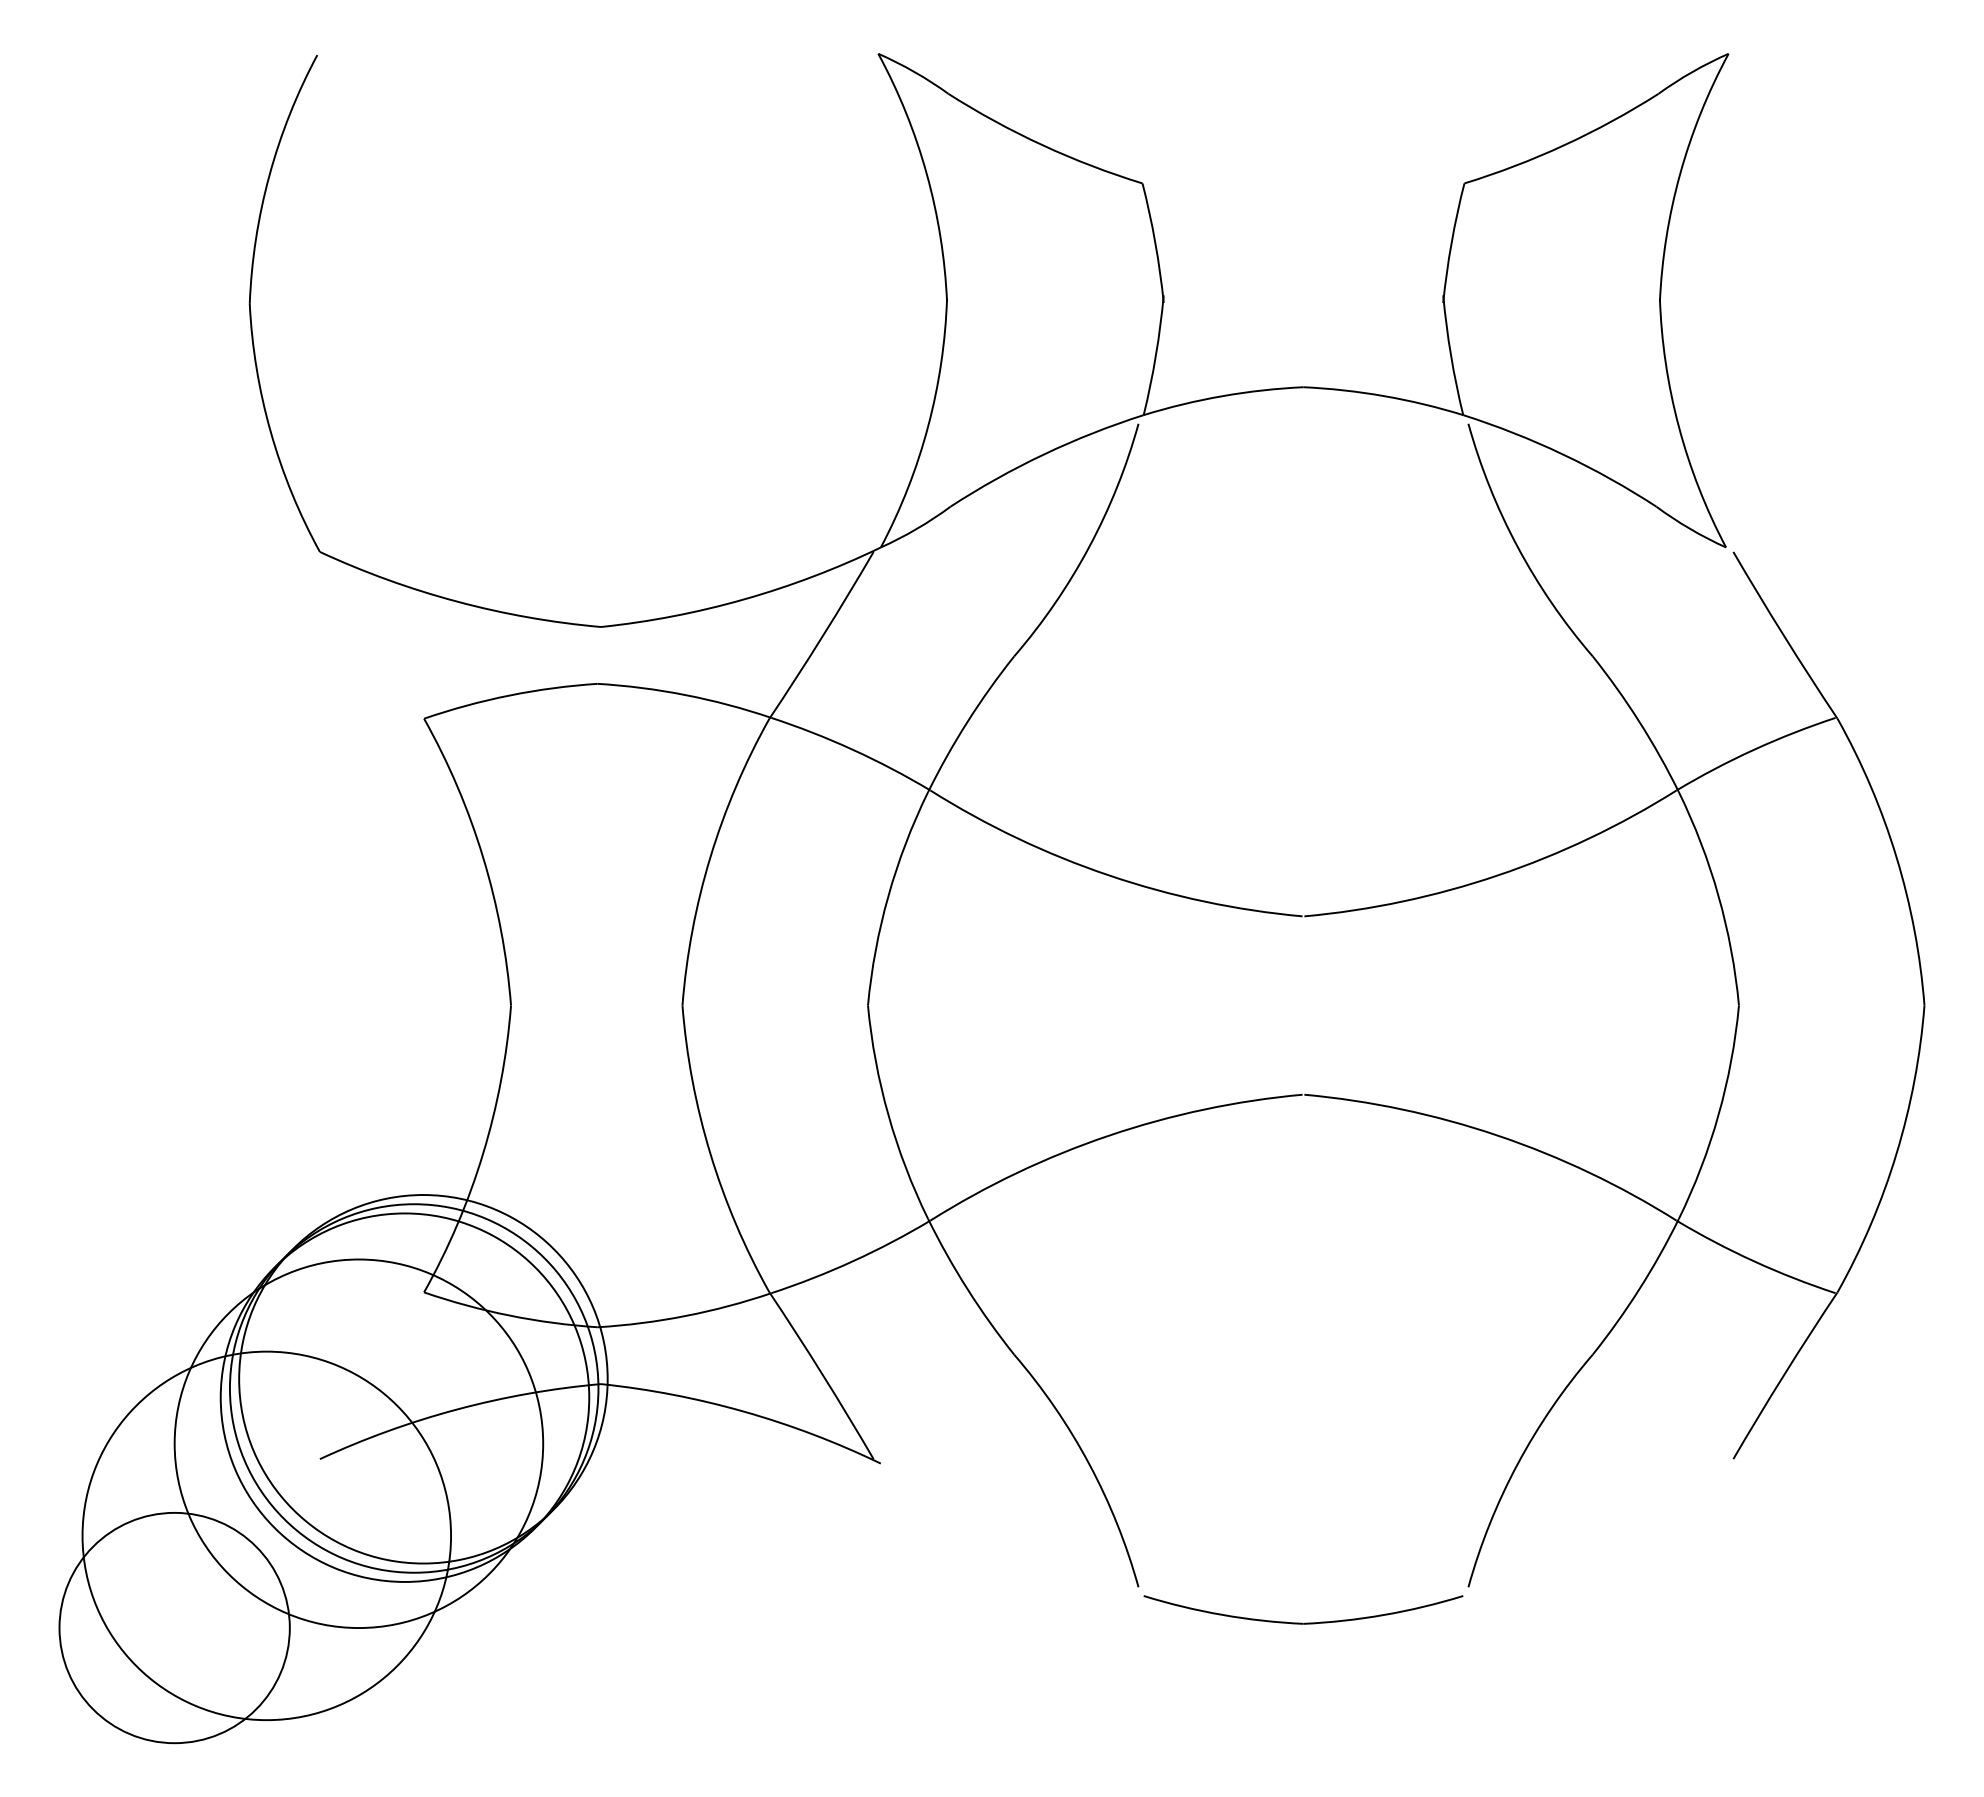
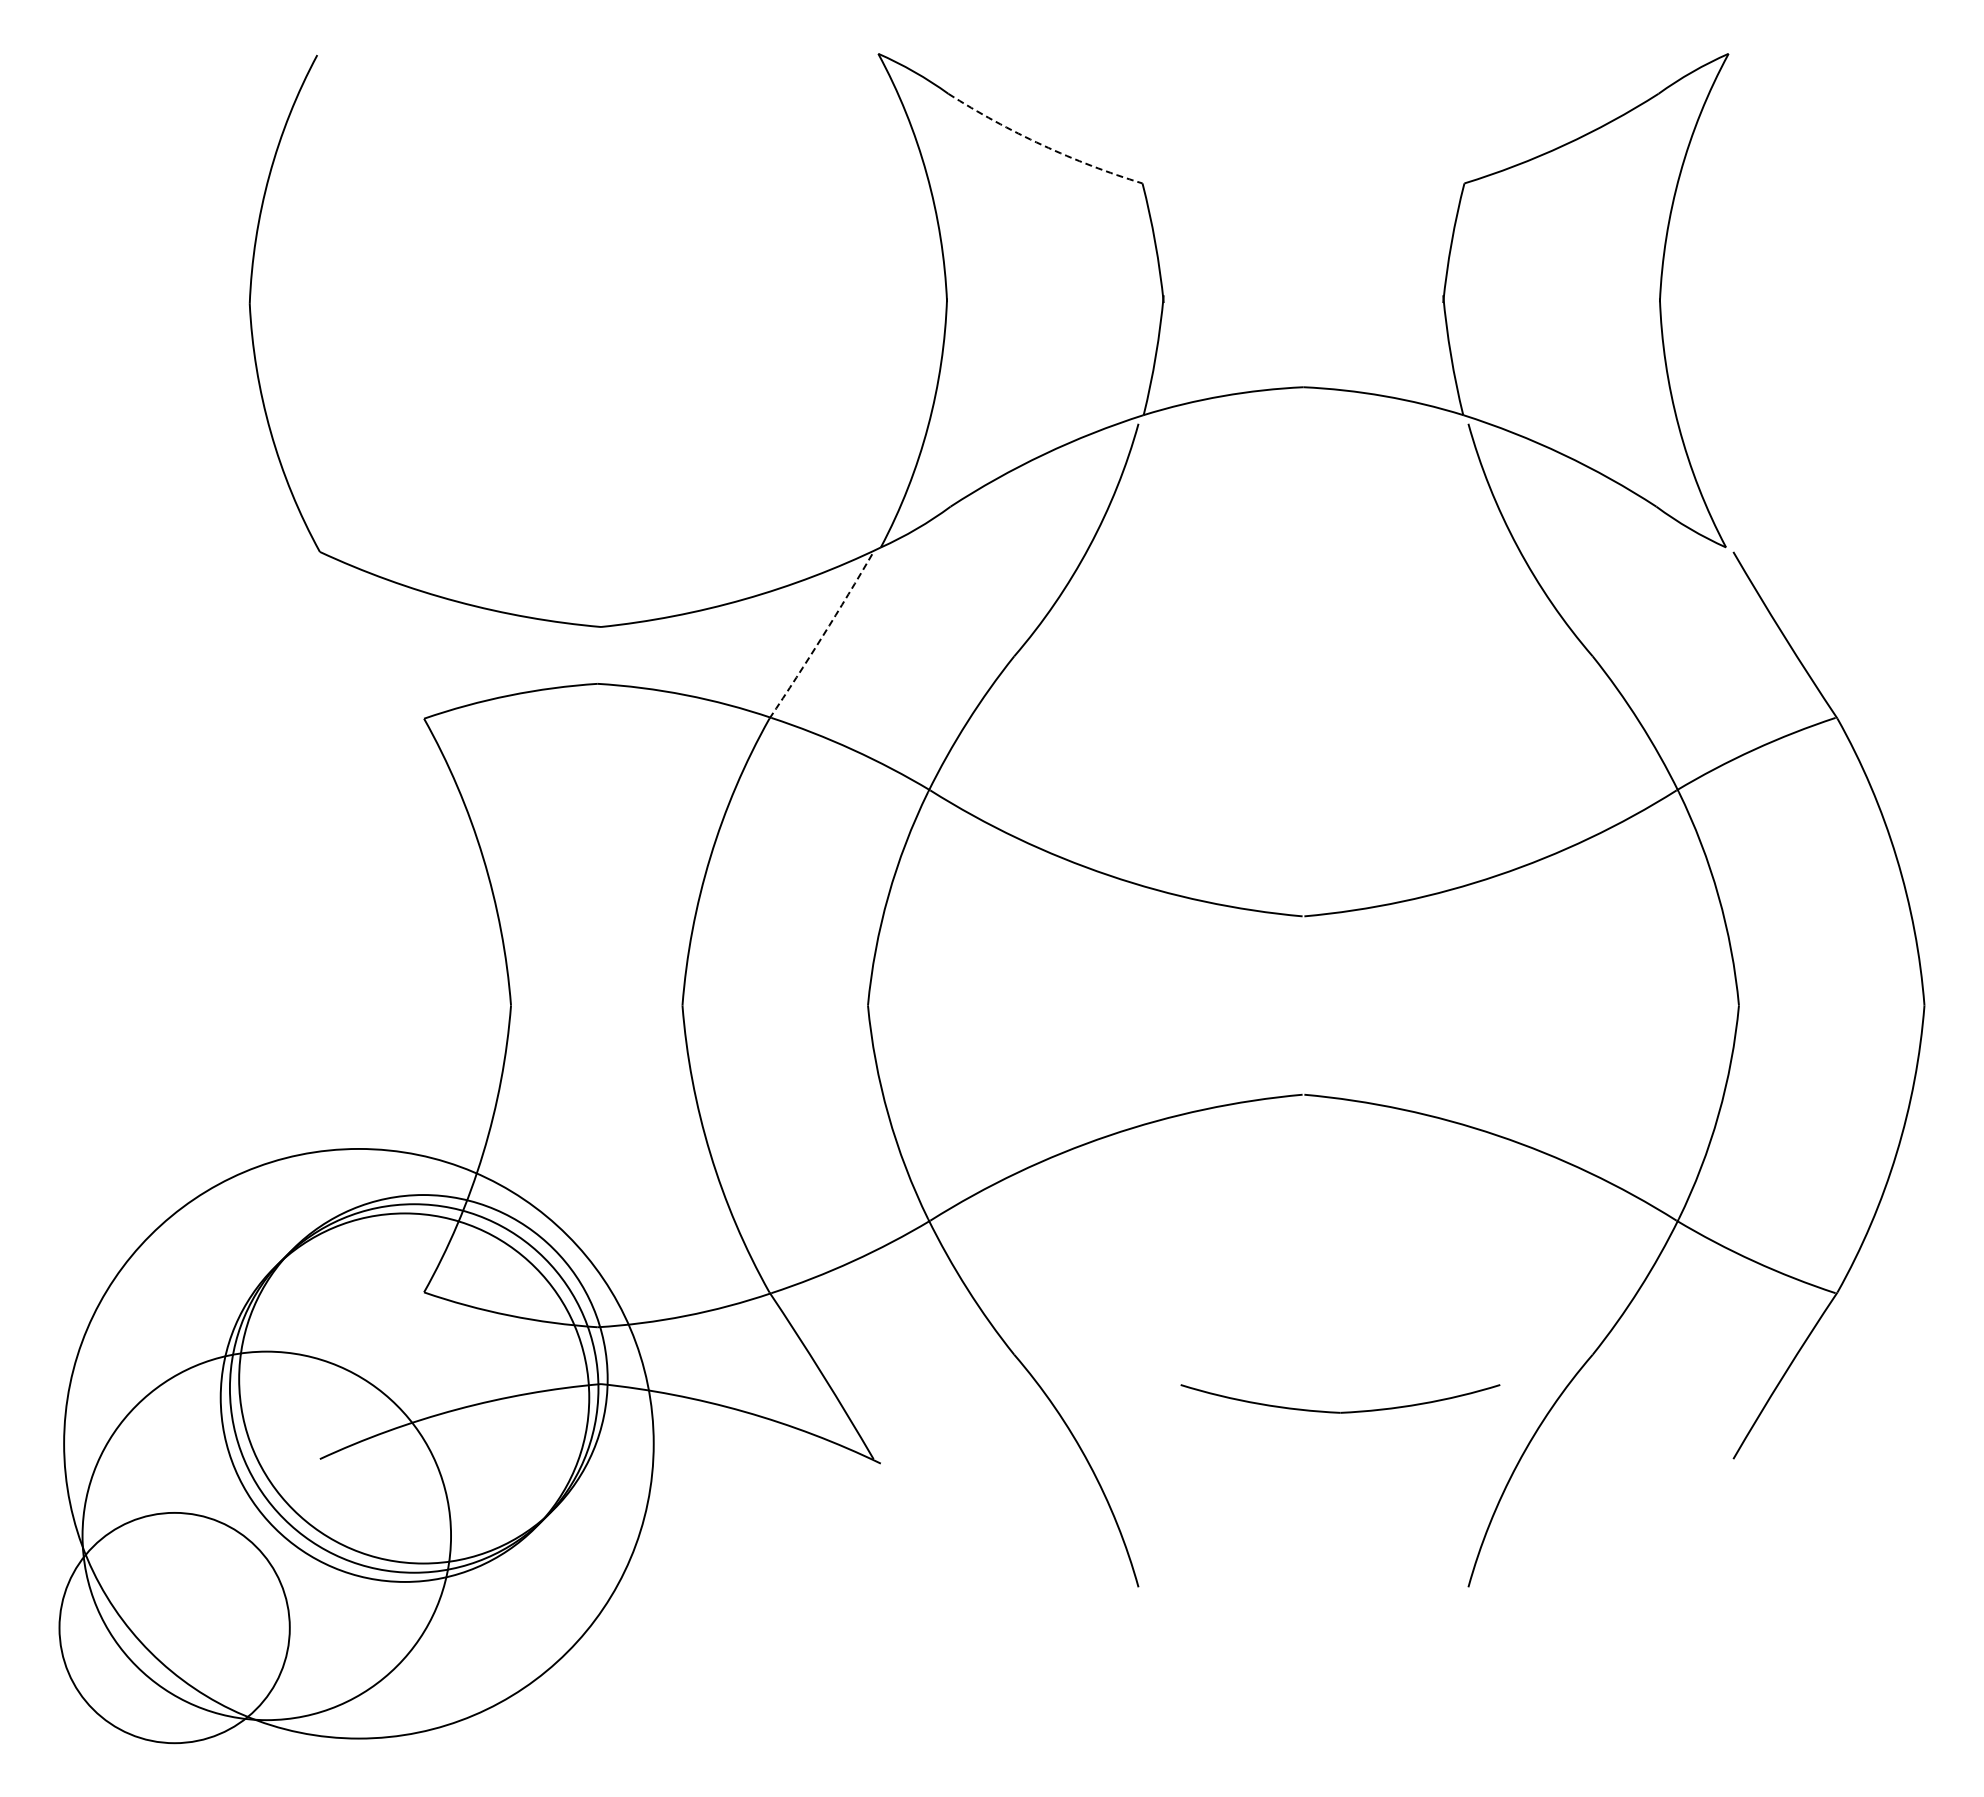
arc at (1042, 145): solid -> dashed
arc at (822, 636): solid -> dashed
circle at (358, 1443) diameter: 369 px -> 590 px
part at (1302, 1622) position: (1302, 1622) -> (1339, 1411)
